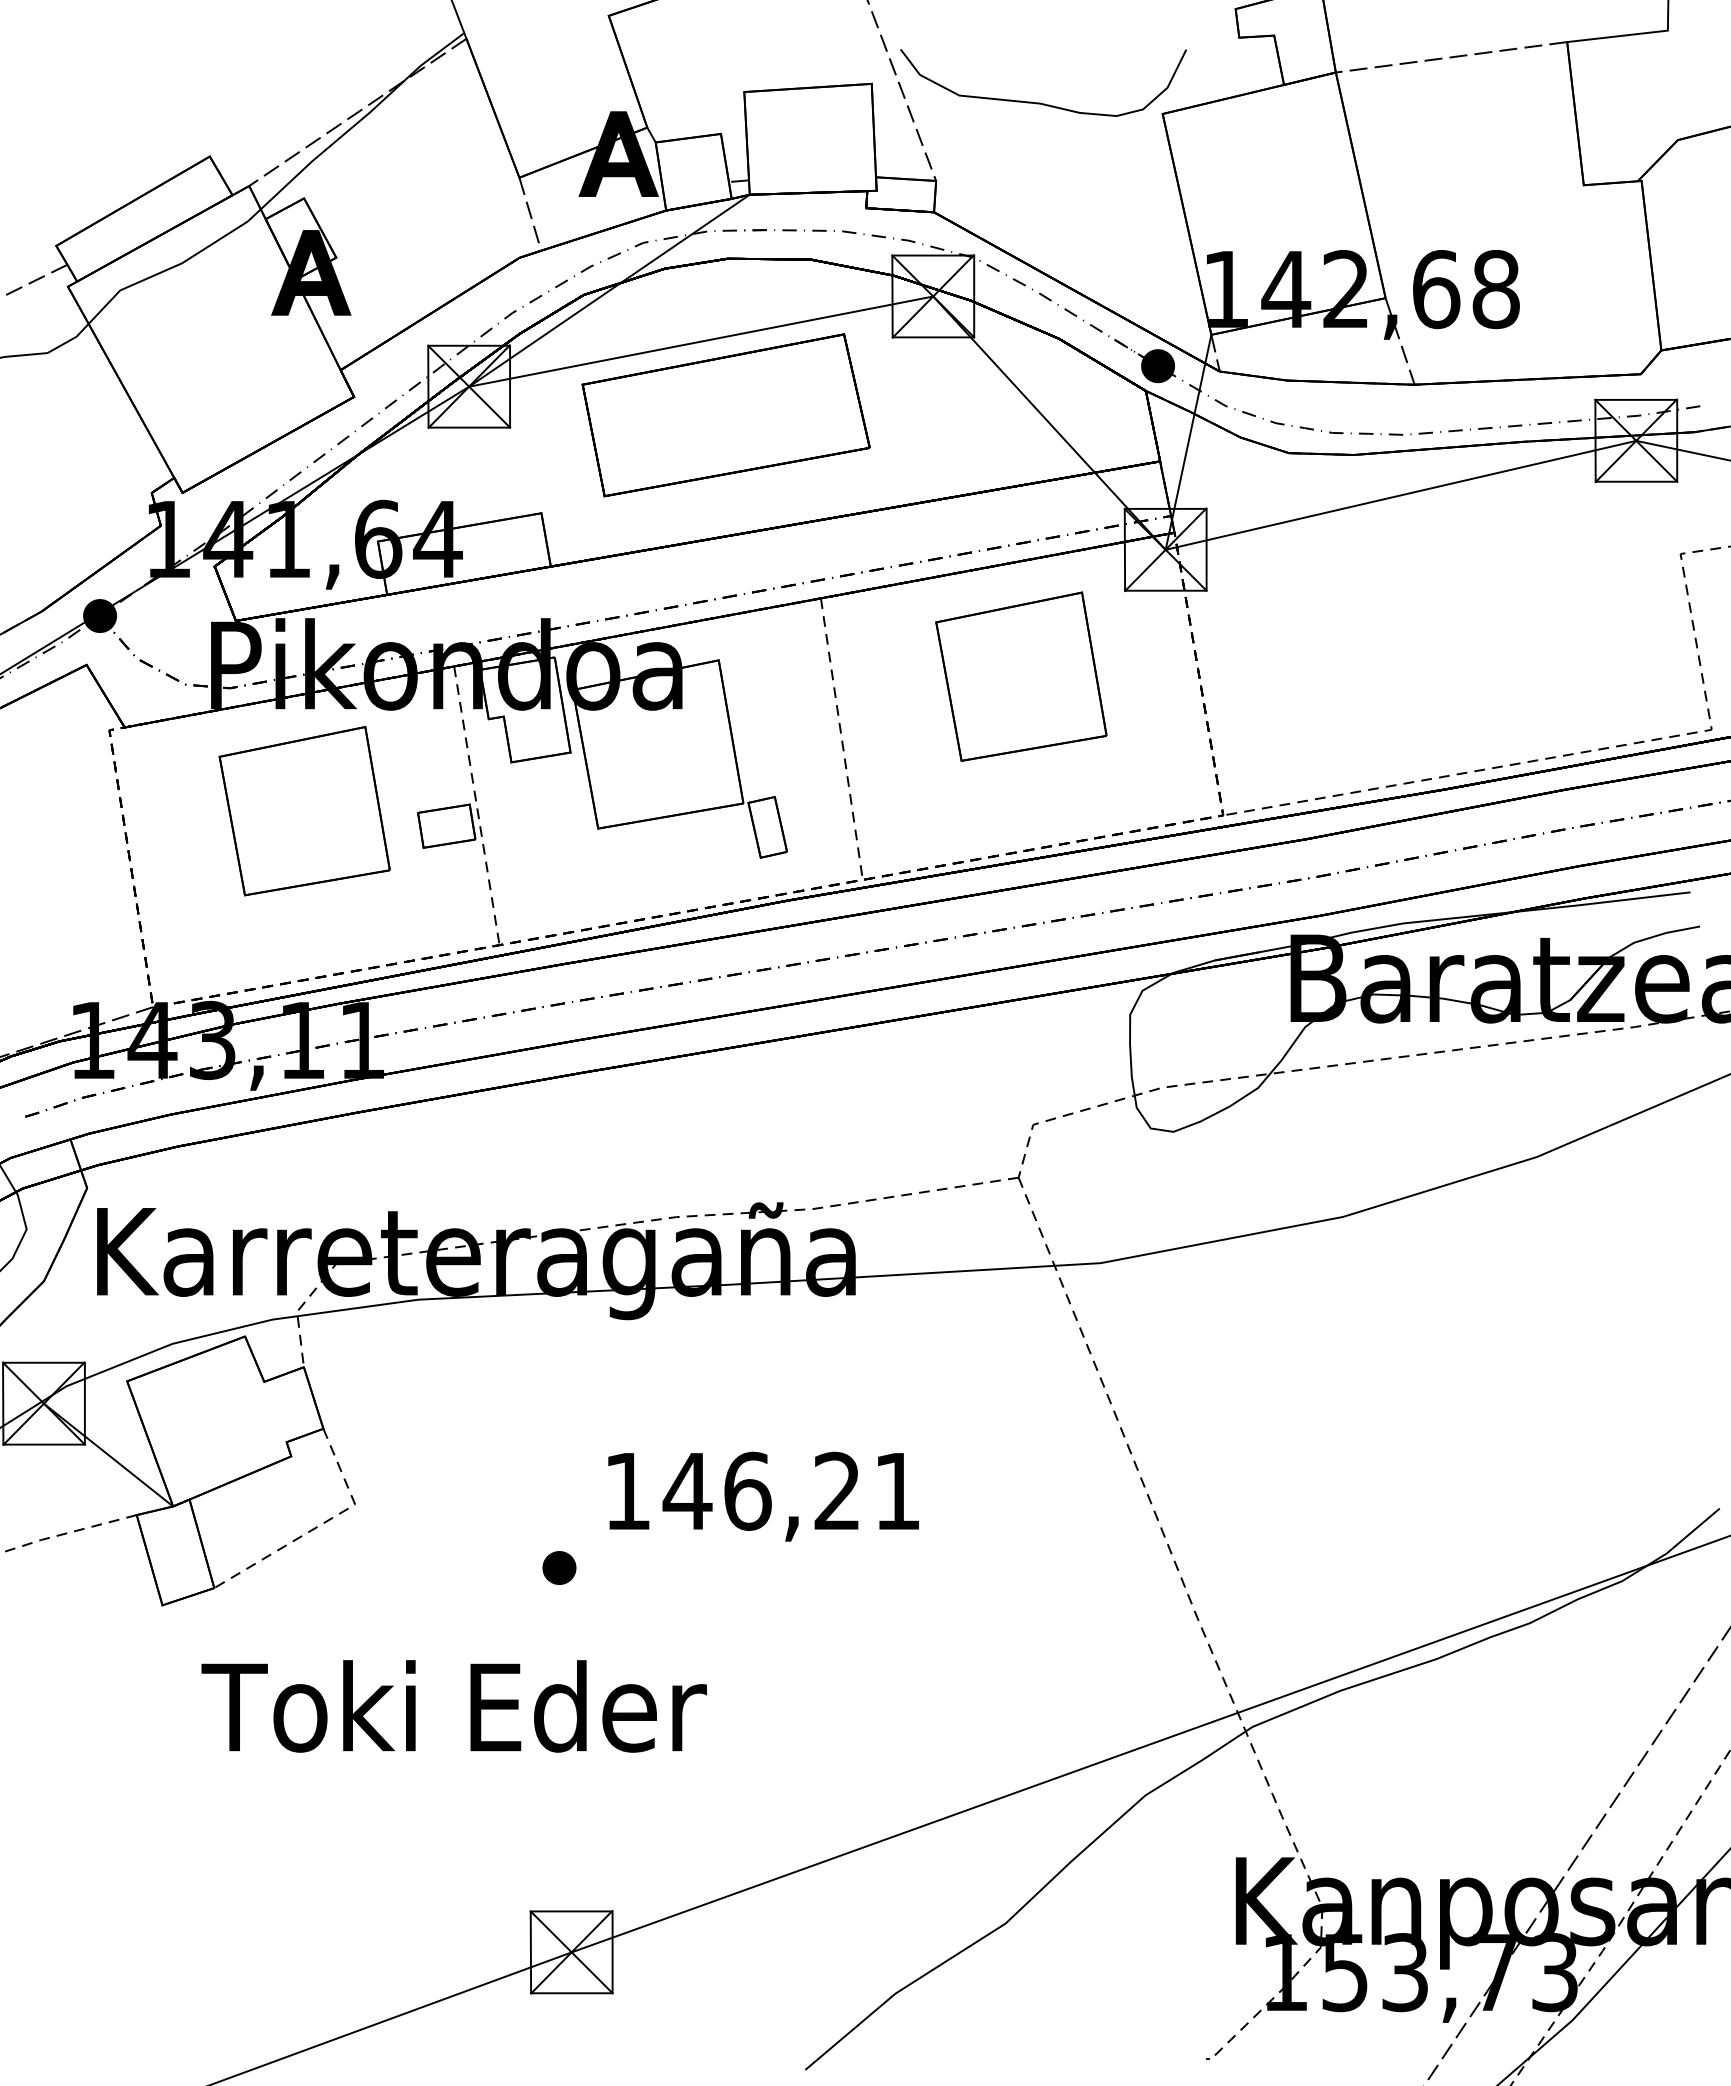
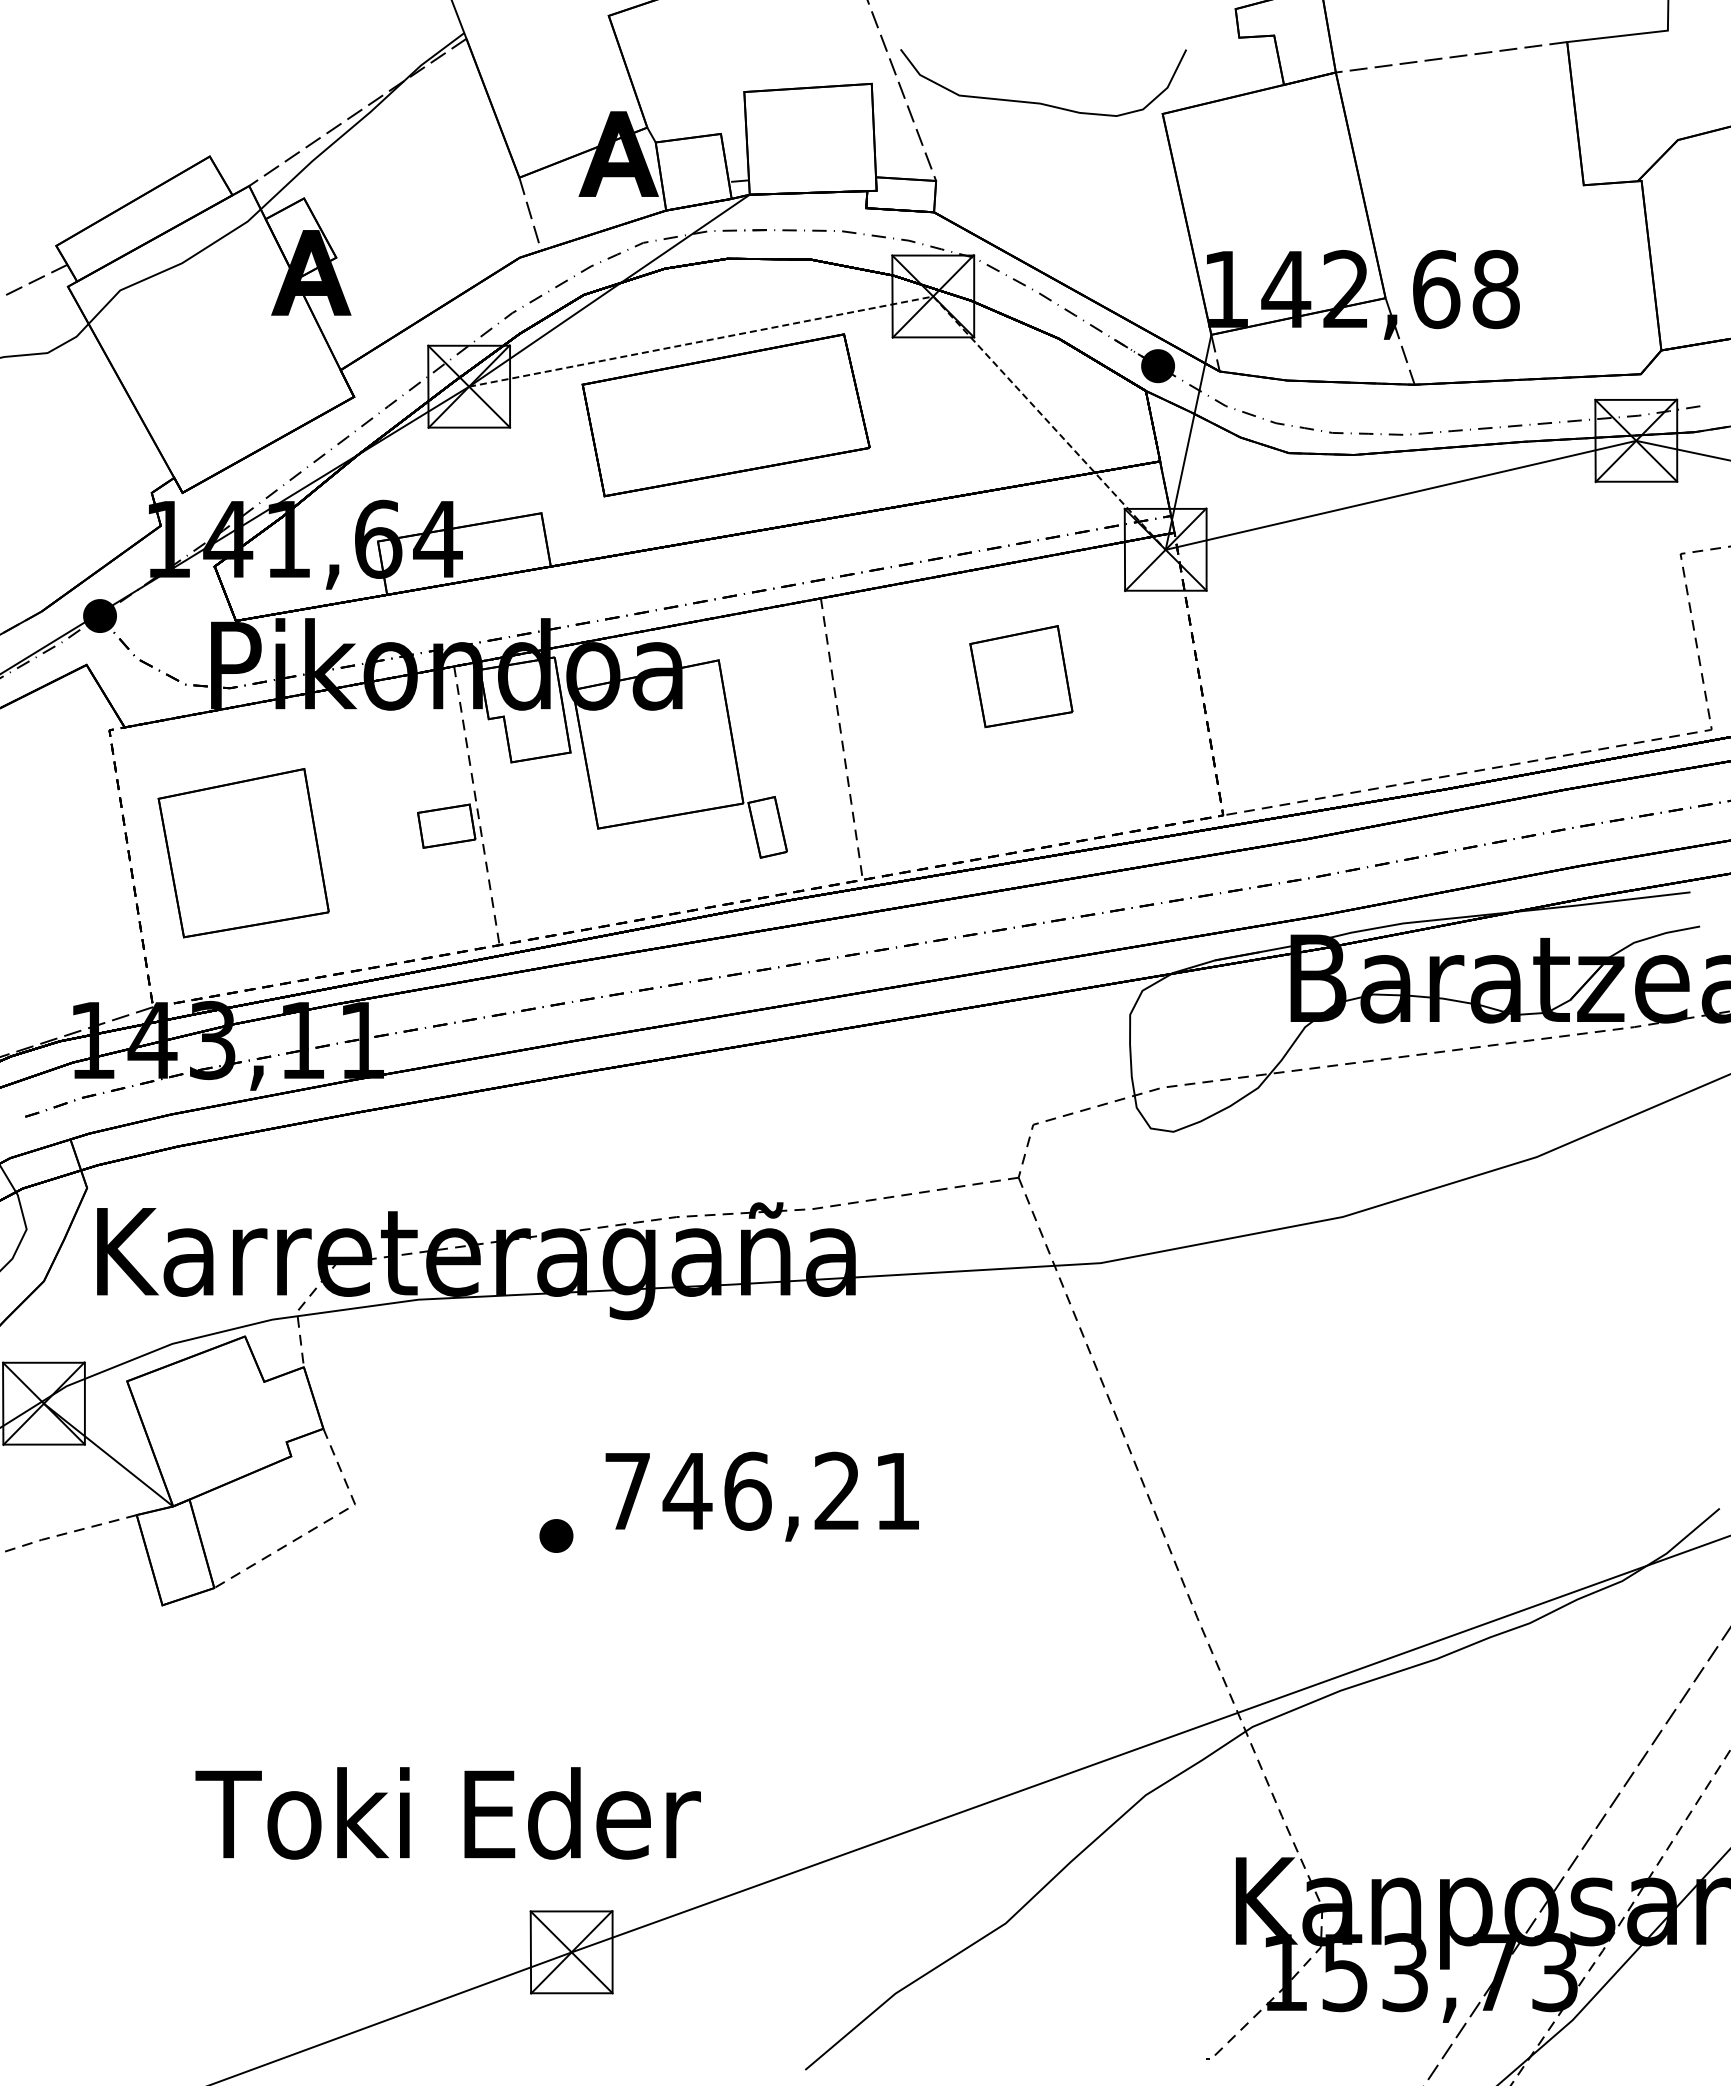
line at (870, 308): solid -> dashed
part at (1021, 676) size: 173x171 px -> 105x104 px
part at (304, 811) position: (304, 811) -> (243, 853)
text at (627, 1491): 146,21 -> 746,21
part at (559, 1567) position: (559, 1567) -> (556, 1535)
text at (453, 1706) position: (453, 1706) -> (447, 1813)
